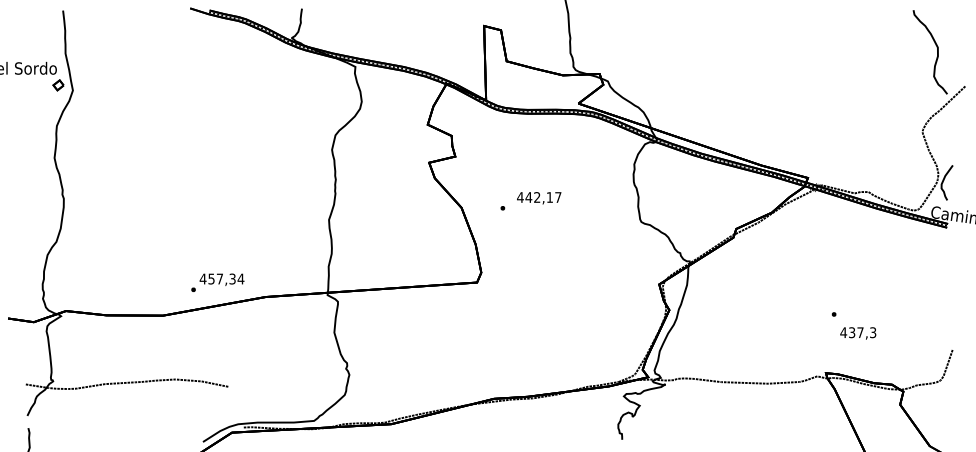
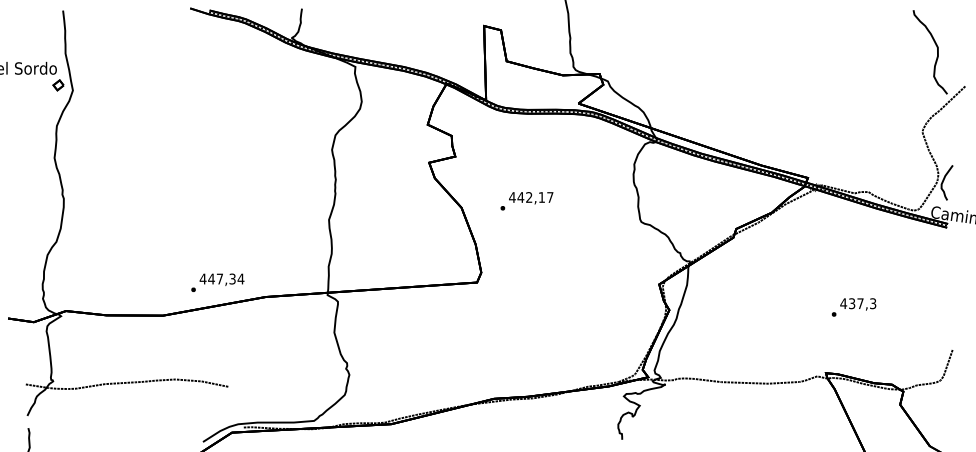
text at (539, 198) position: (539, 198) -> (531, 198)
text at (211, 278): 457,34 -> 447,34
text at (858, 333) position: (858, 333) -> (858, 304)
